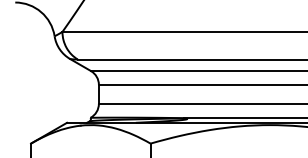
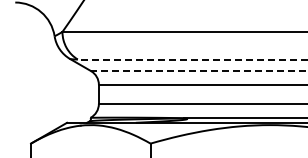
line at (192, 59): solid -> dashed
line at (198, 71): solid -> dashed
